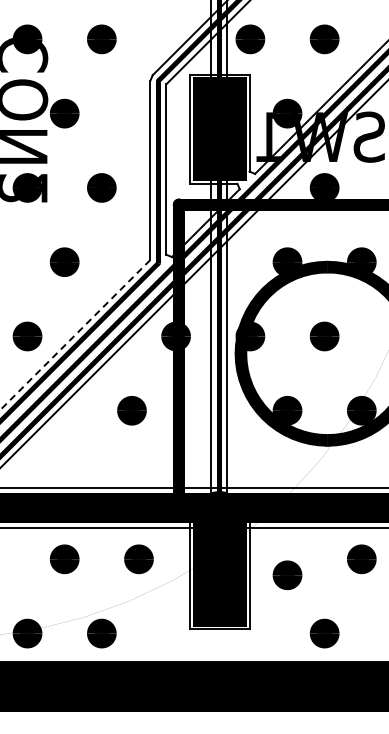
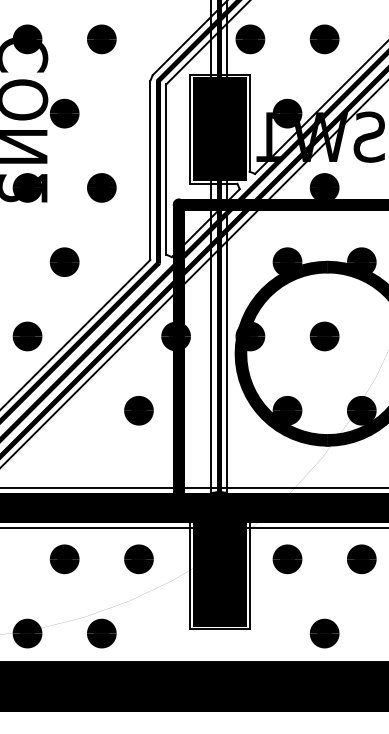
line at (75, 334): dashed -> solid
part at (131, 410) position: (131, 410) -> (138, 410)
part at (287, 575) position: (287, 575) -> (287, 559)
